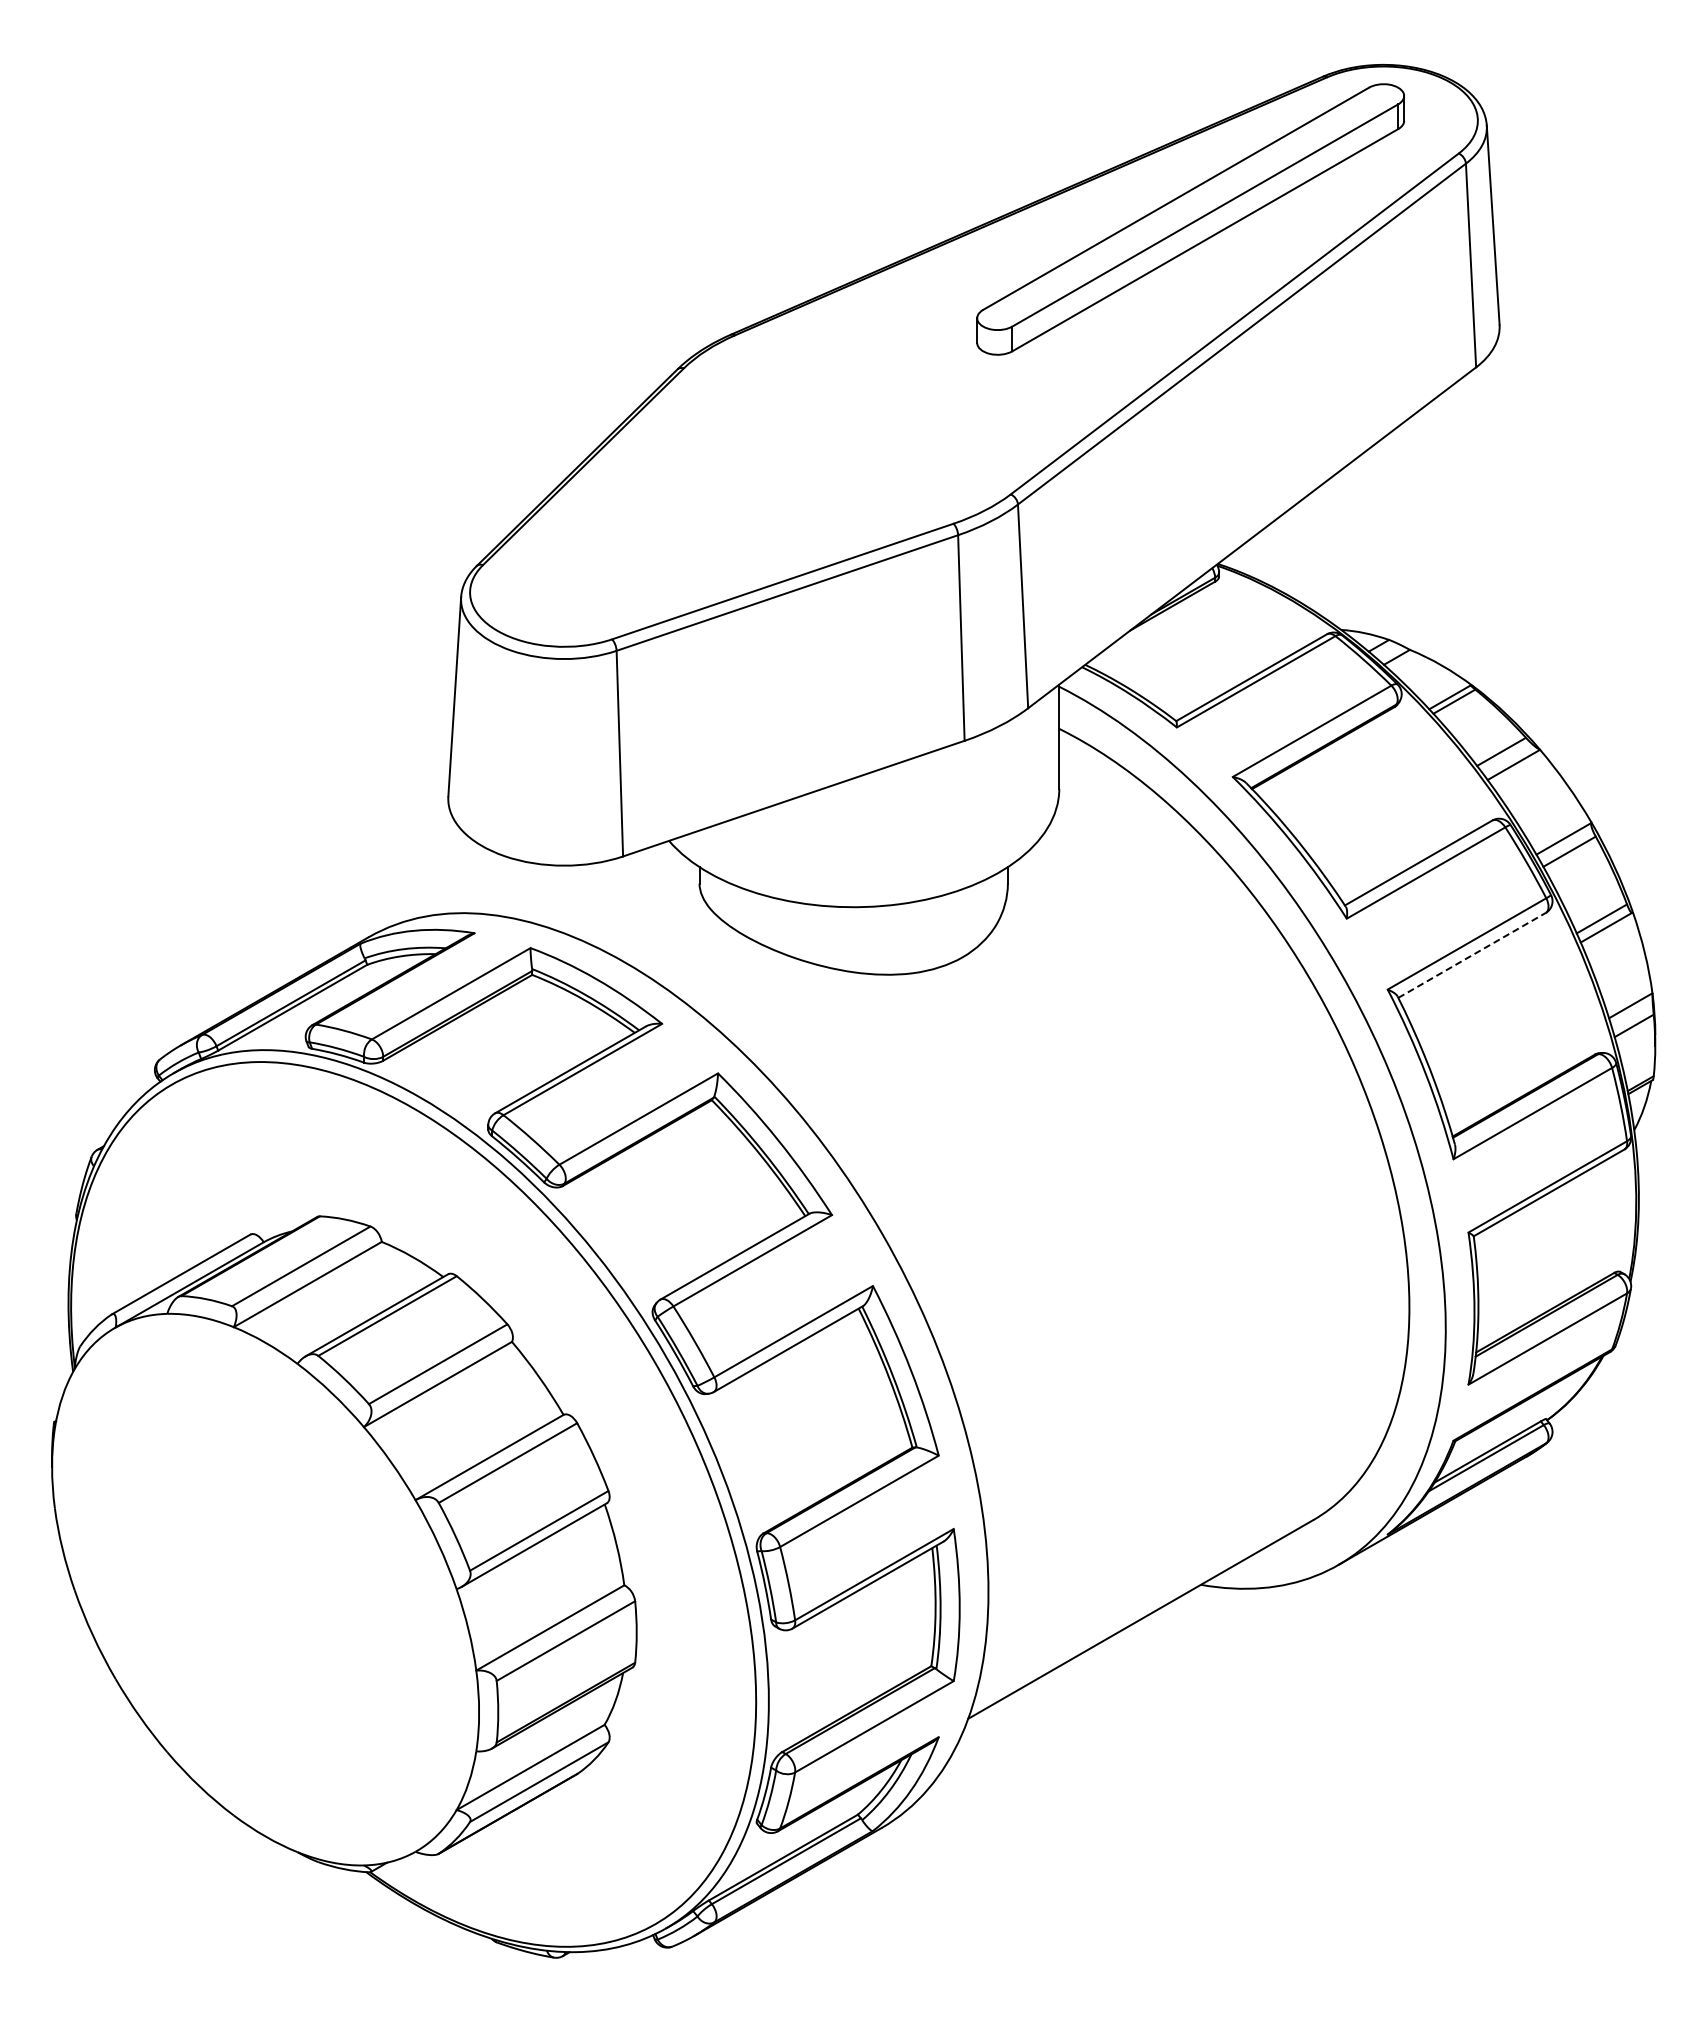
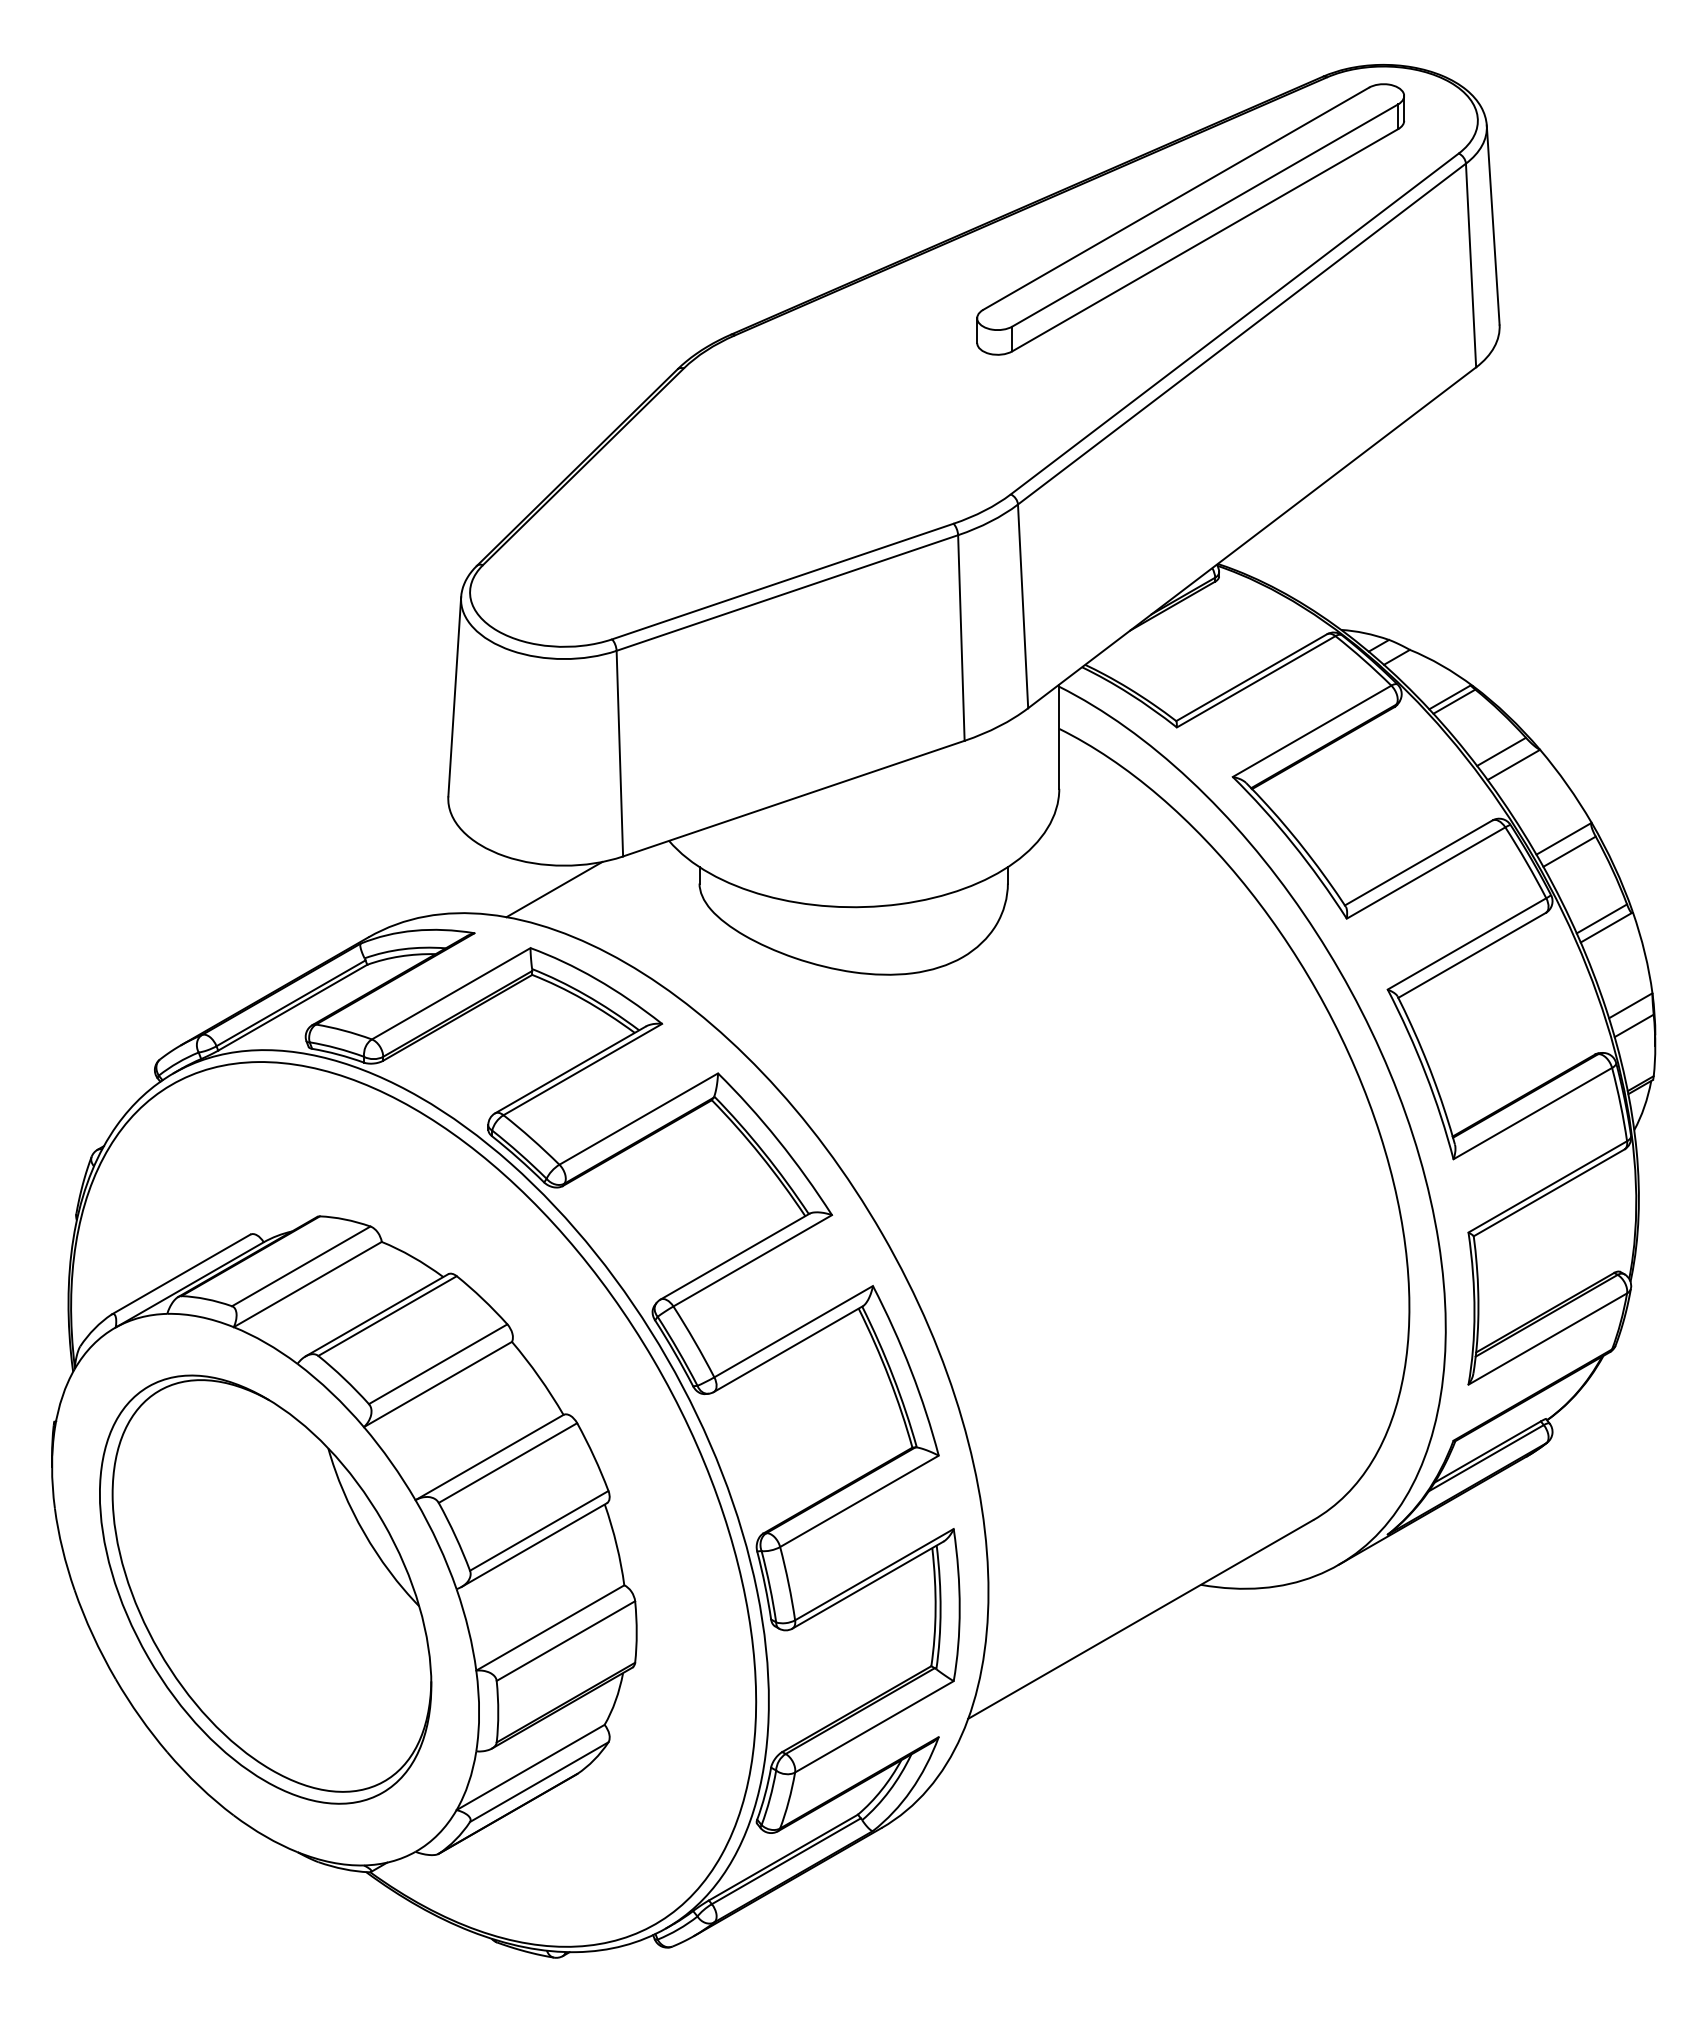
line at (554, 889): none -> present
line at (1472, 955): dashed -> solid
part at (265, 1589): none -> present
